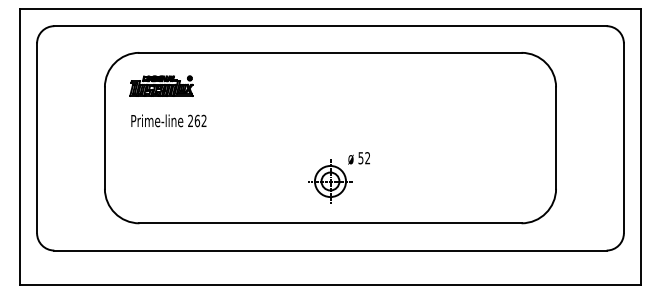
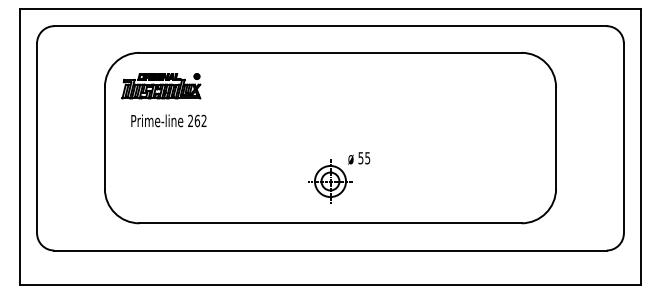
part at (161, 85) size: 65x22 px -> 81x27 px
text at (367, 158): 52 -> 55
